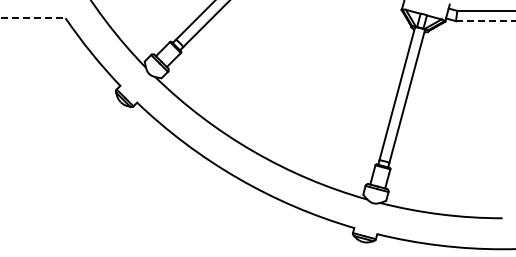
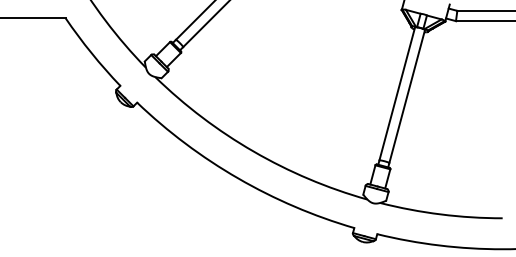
line at (33, 18): dashed -> solid
line at (485, 21): dashed -> solid
